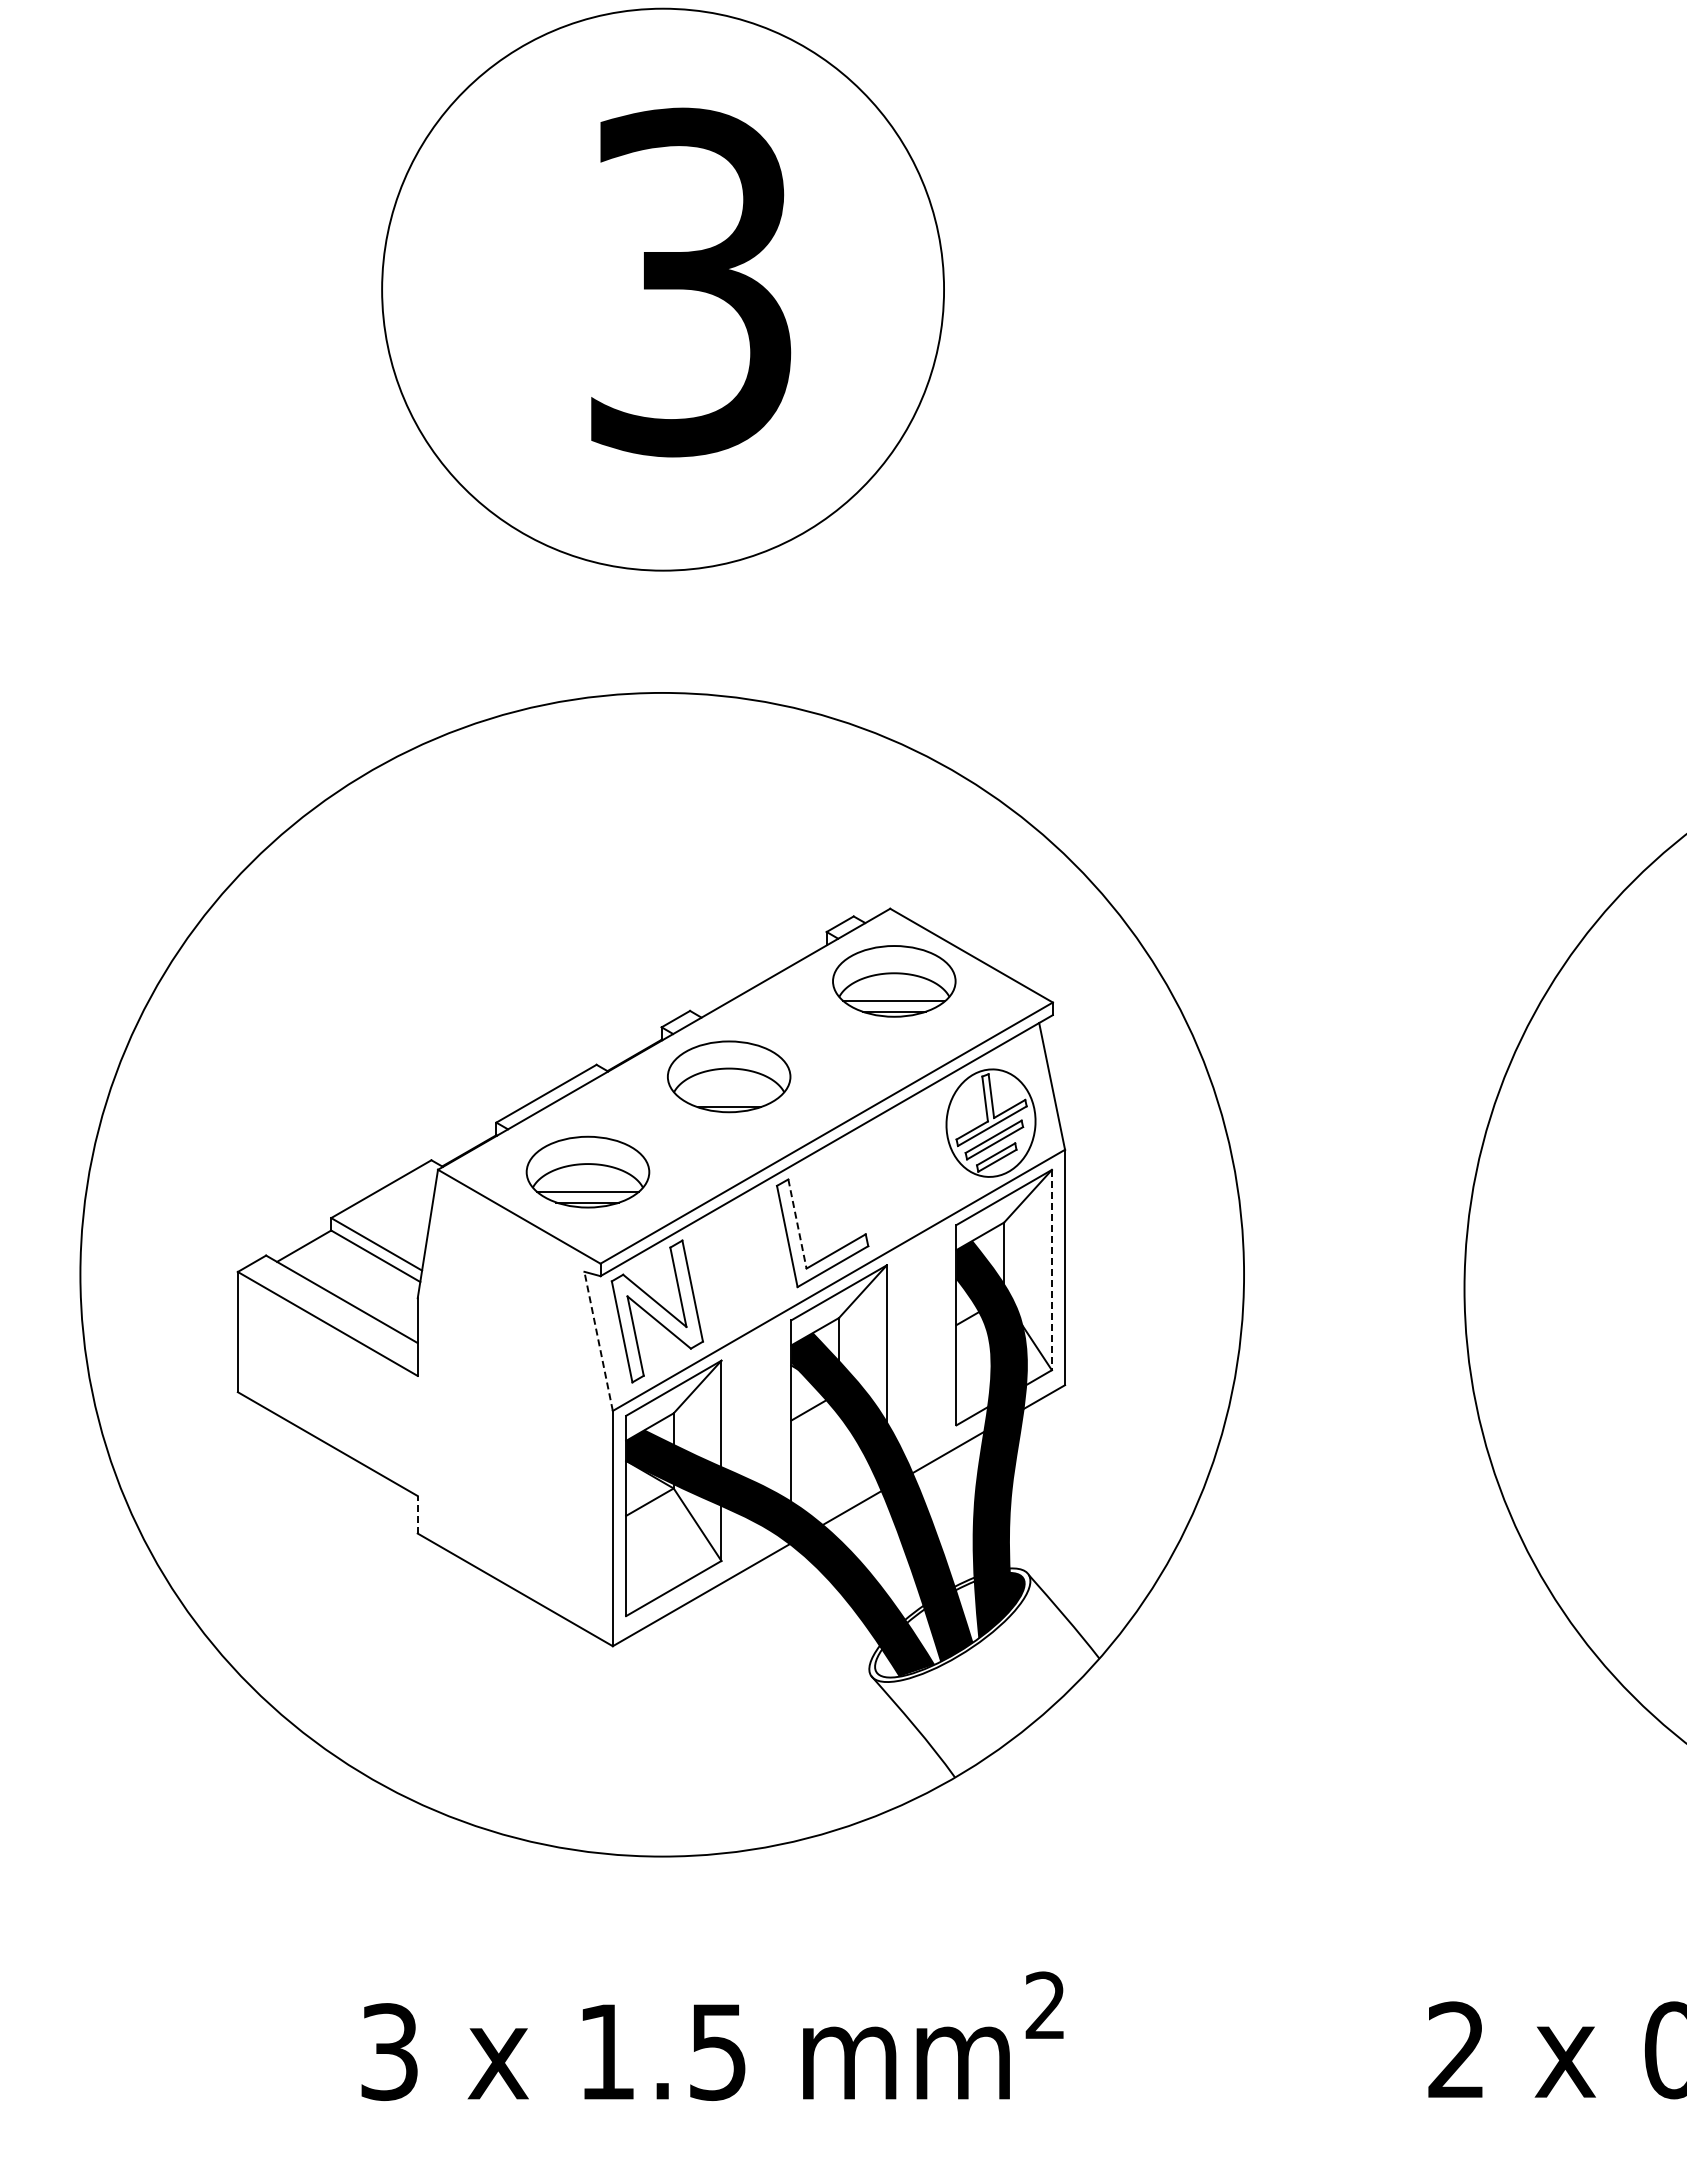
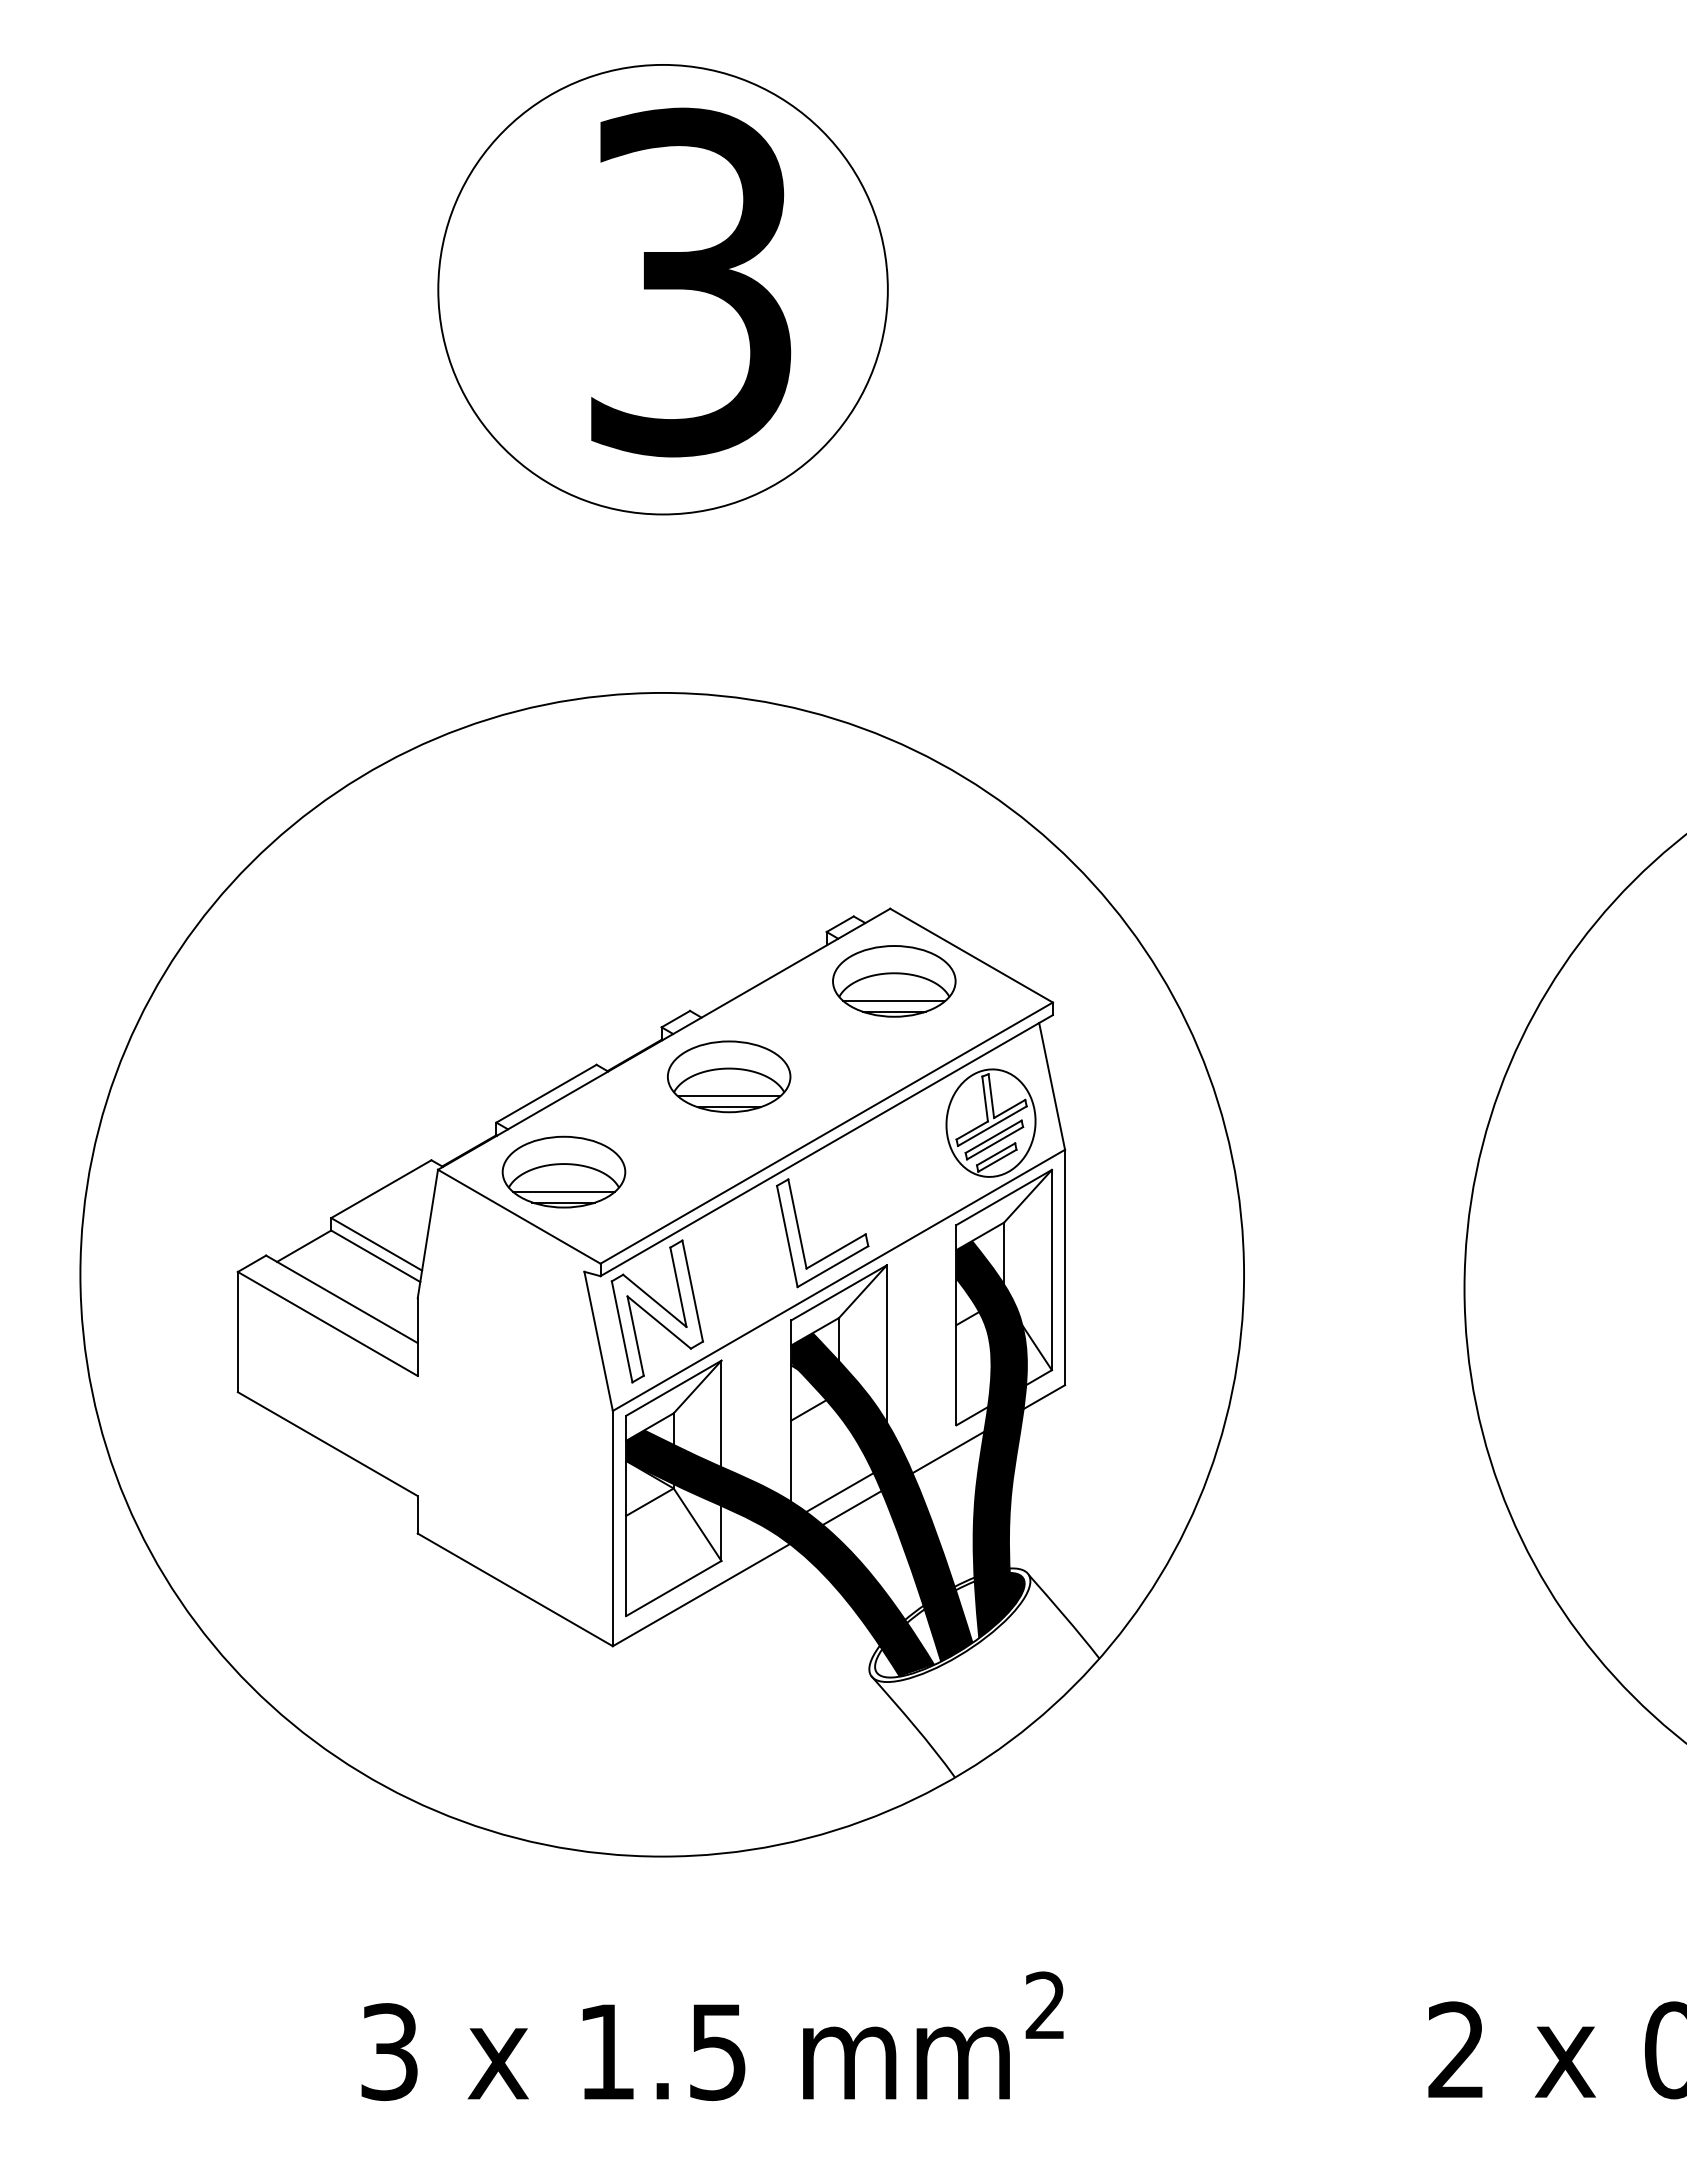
circle at (663, 289) diameter: 562 px -> 450 px
line at (729, 1096): none -> present
part at (587, 1171) position: (587, 1171) -> (563, 1171)
line at (797, 1224): dashed -> solid
line at (1051, 1270): dashed -> solid
line at (598, 1341): dashed -> solid
line at (839, 1492): none -> present
line at (417, 1514): dashed -> solid
